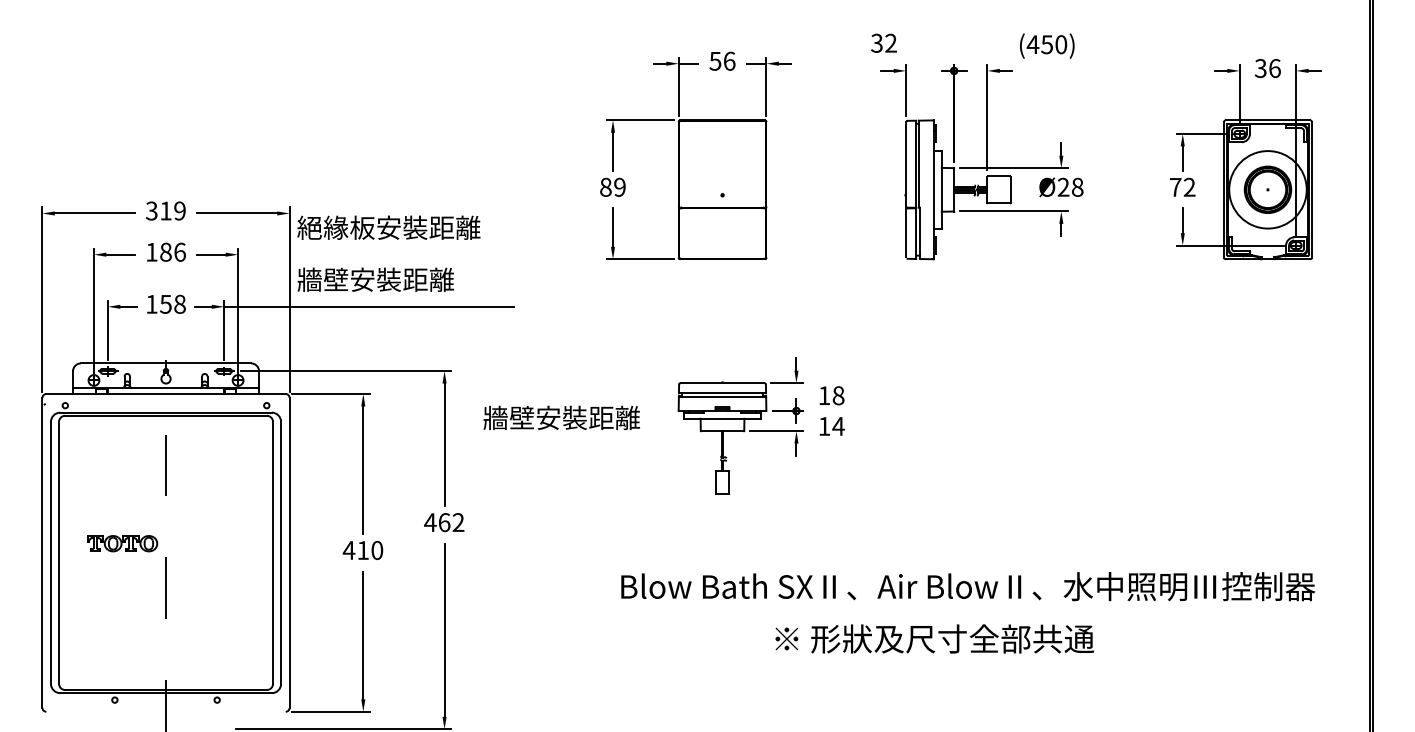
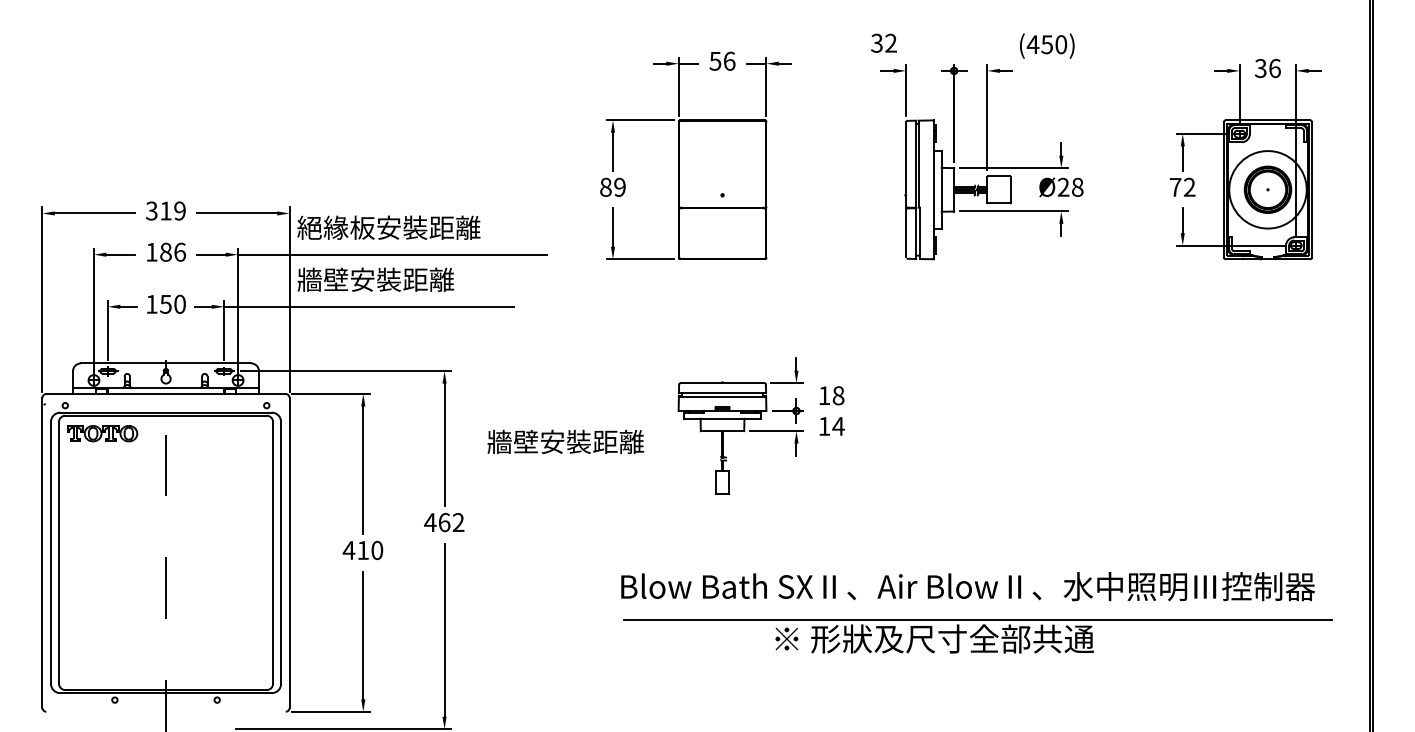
line at (391, 254): none -> present
text at (179, 304): 158 -> 150
text at (561, 417) position: (561, 417) -> (565, 441)
part at (122, 543) position: (122, 543) -> (102, 433)
line at (977, 620): none -> present
